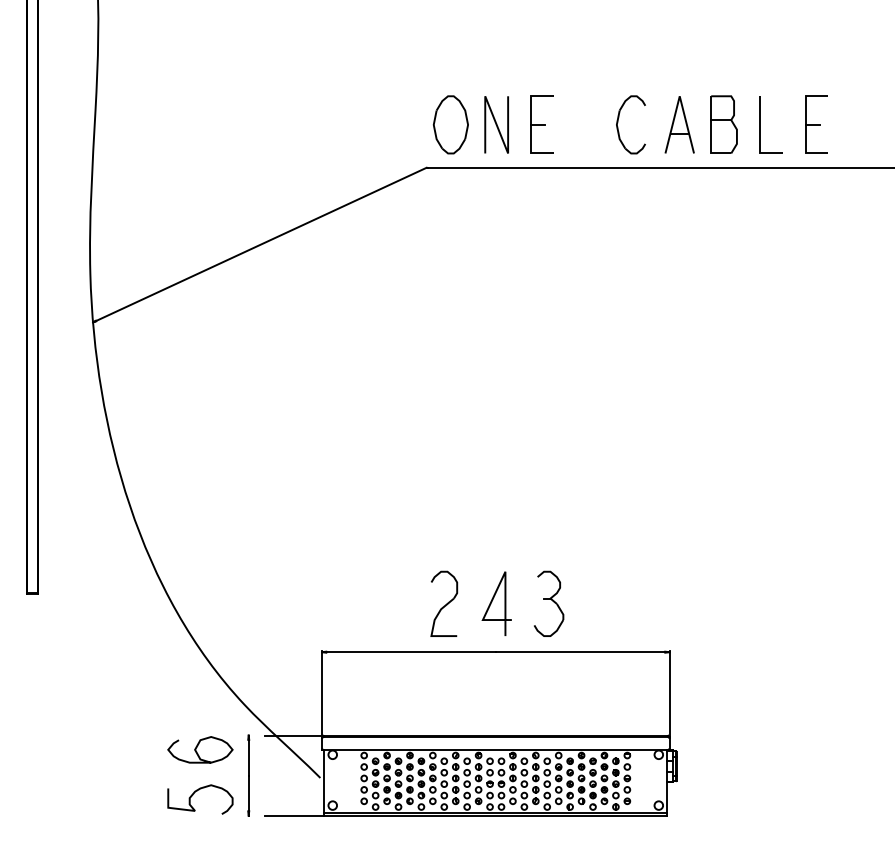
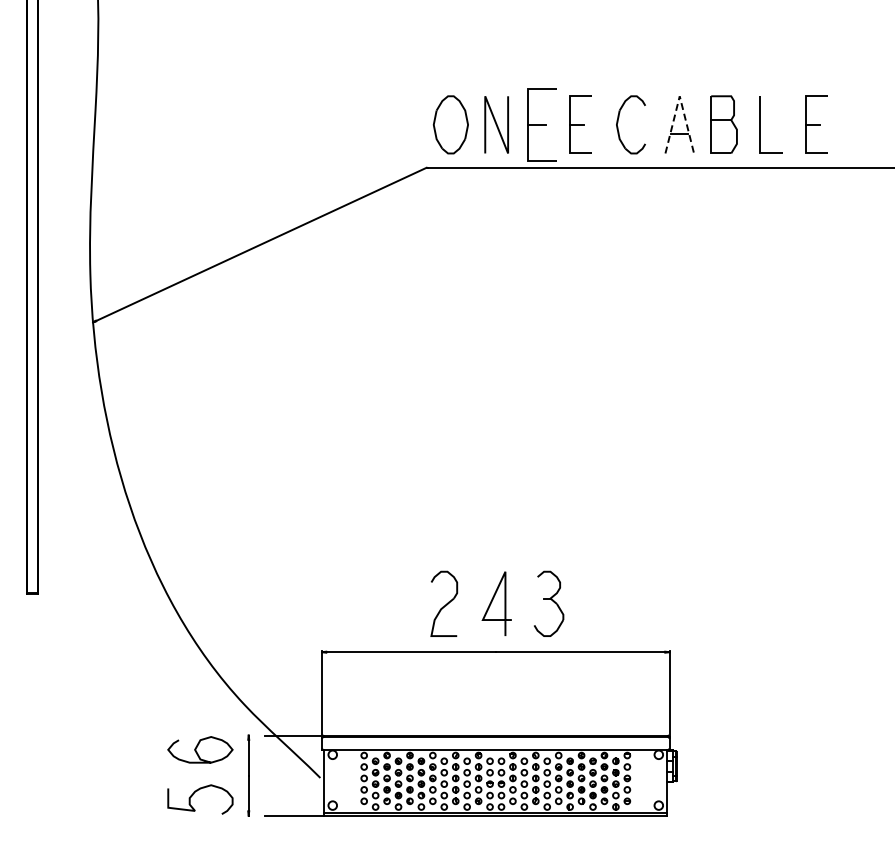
line at (679, 96): solid -> dashed
part at (541, 124) size: 24x59 px -> 30x74 px
part at (580, 124): none -> present
